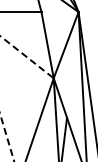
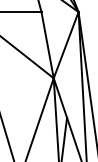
line at (27, 57): dashed -> solid
line at (7, 138): dashed -> solid
